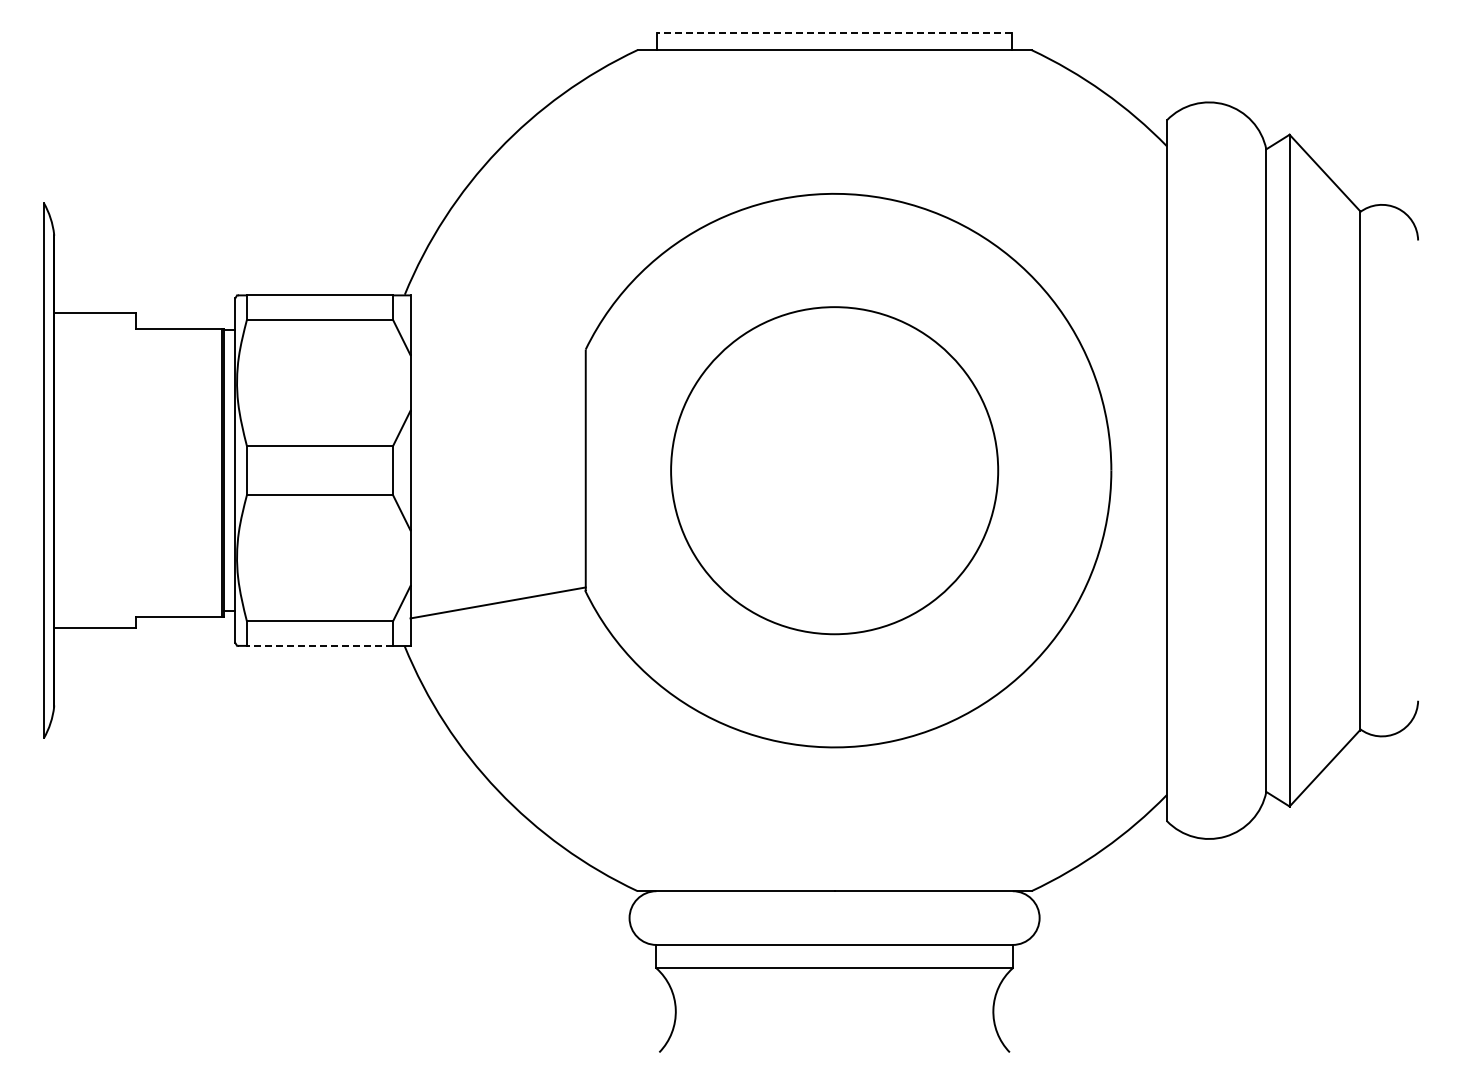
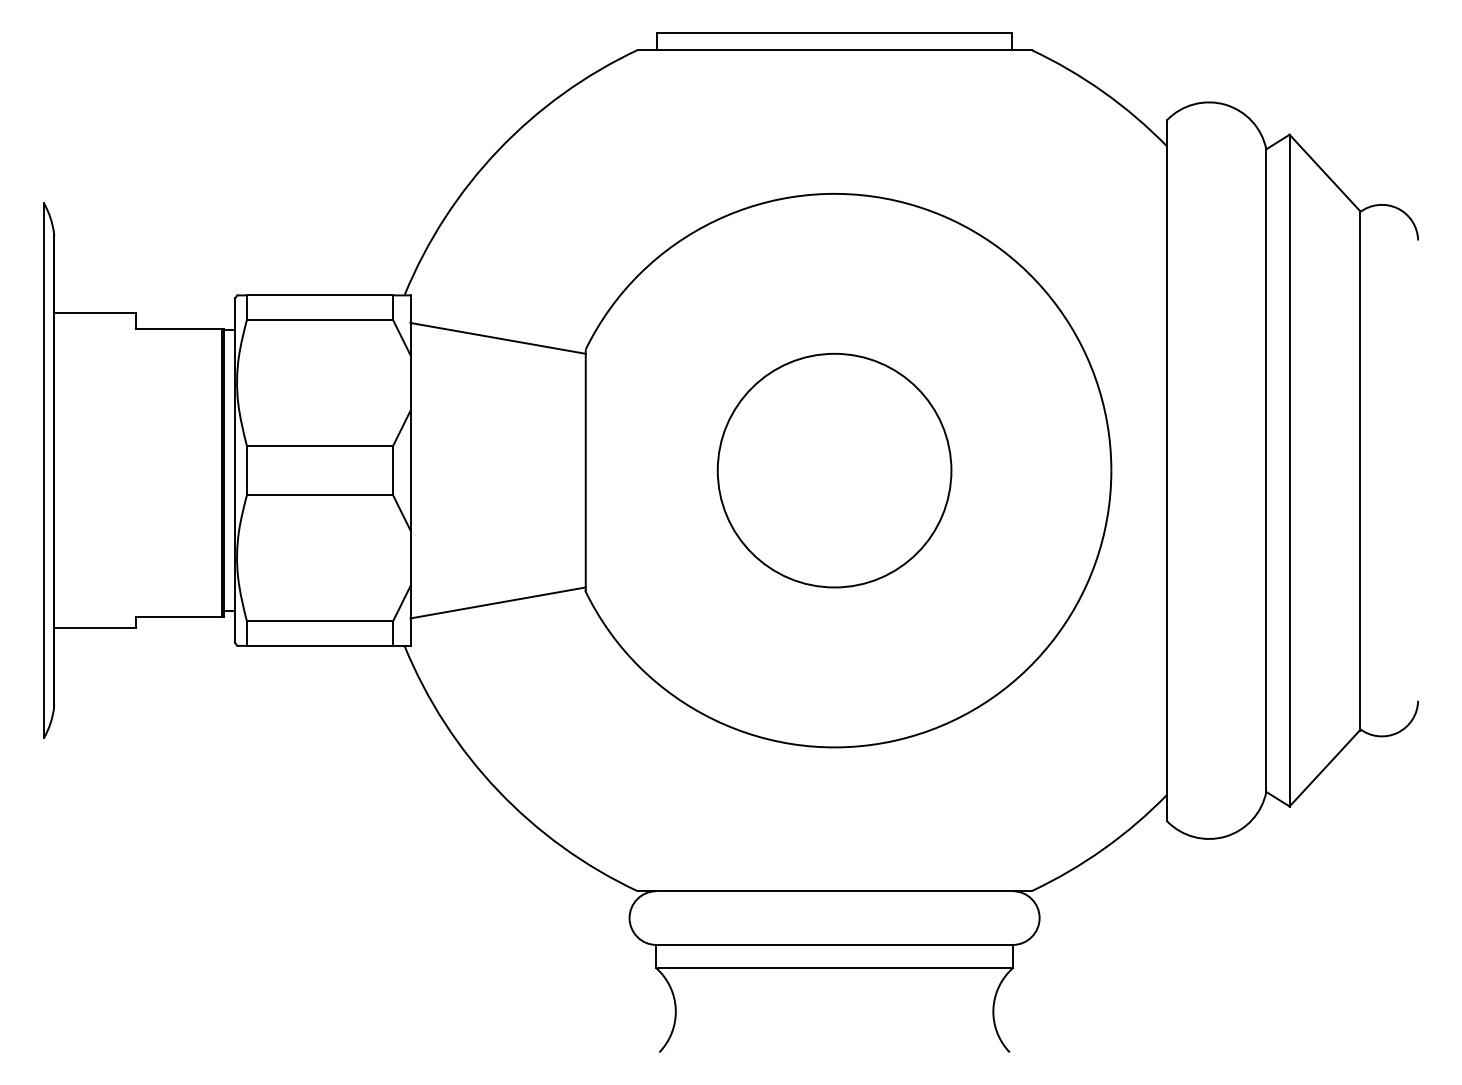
line at (834, 32): dashed -> solid
line at (497, 337): none -> present
circle at (834, 470) size: 330x330 px -> 237x237 px
line at (319, 645): dashed -> solid
